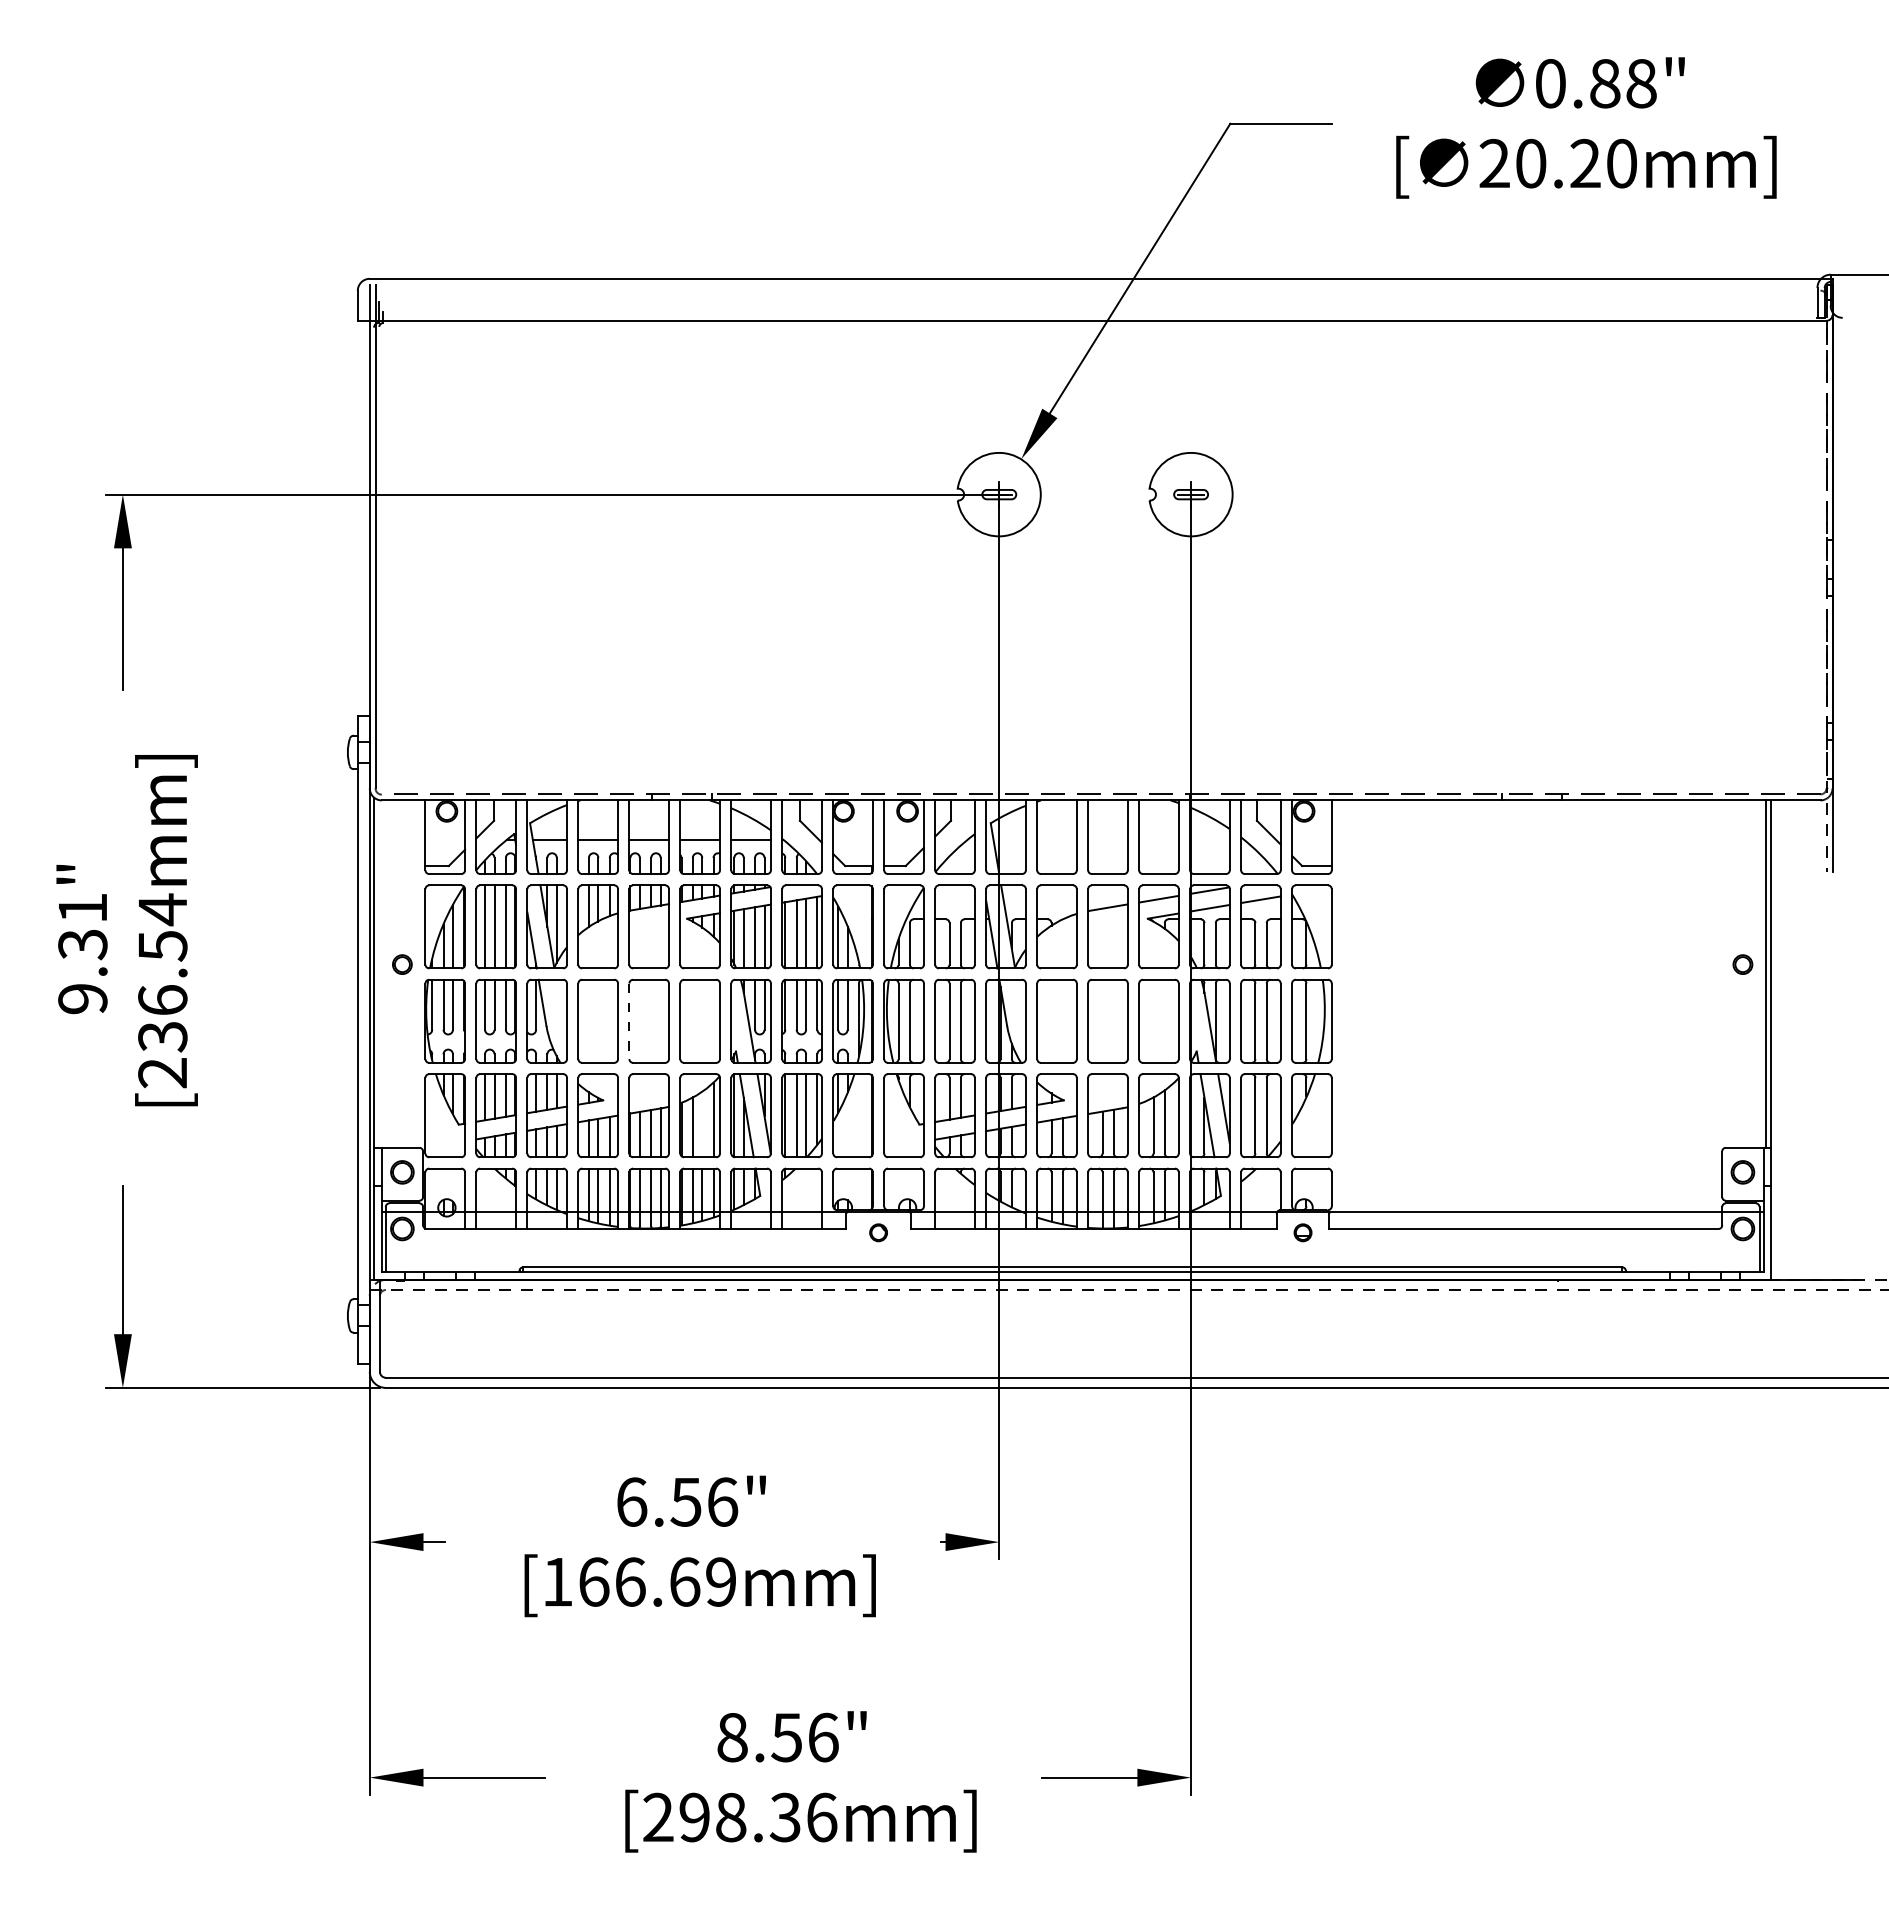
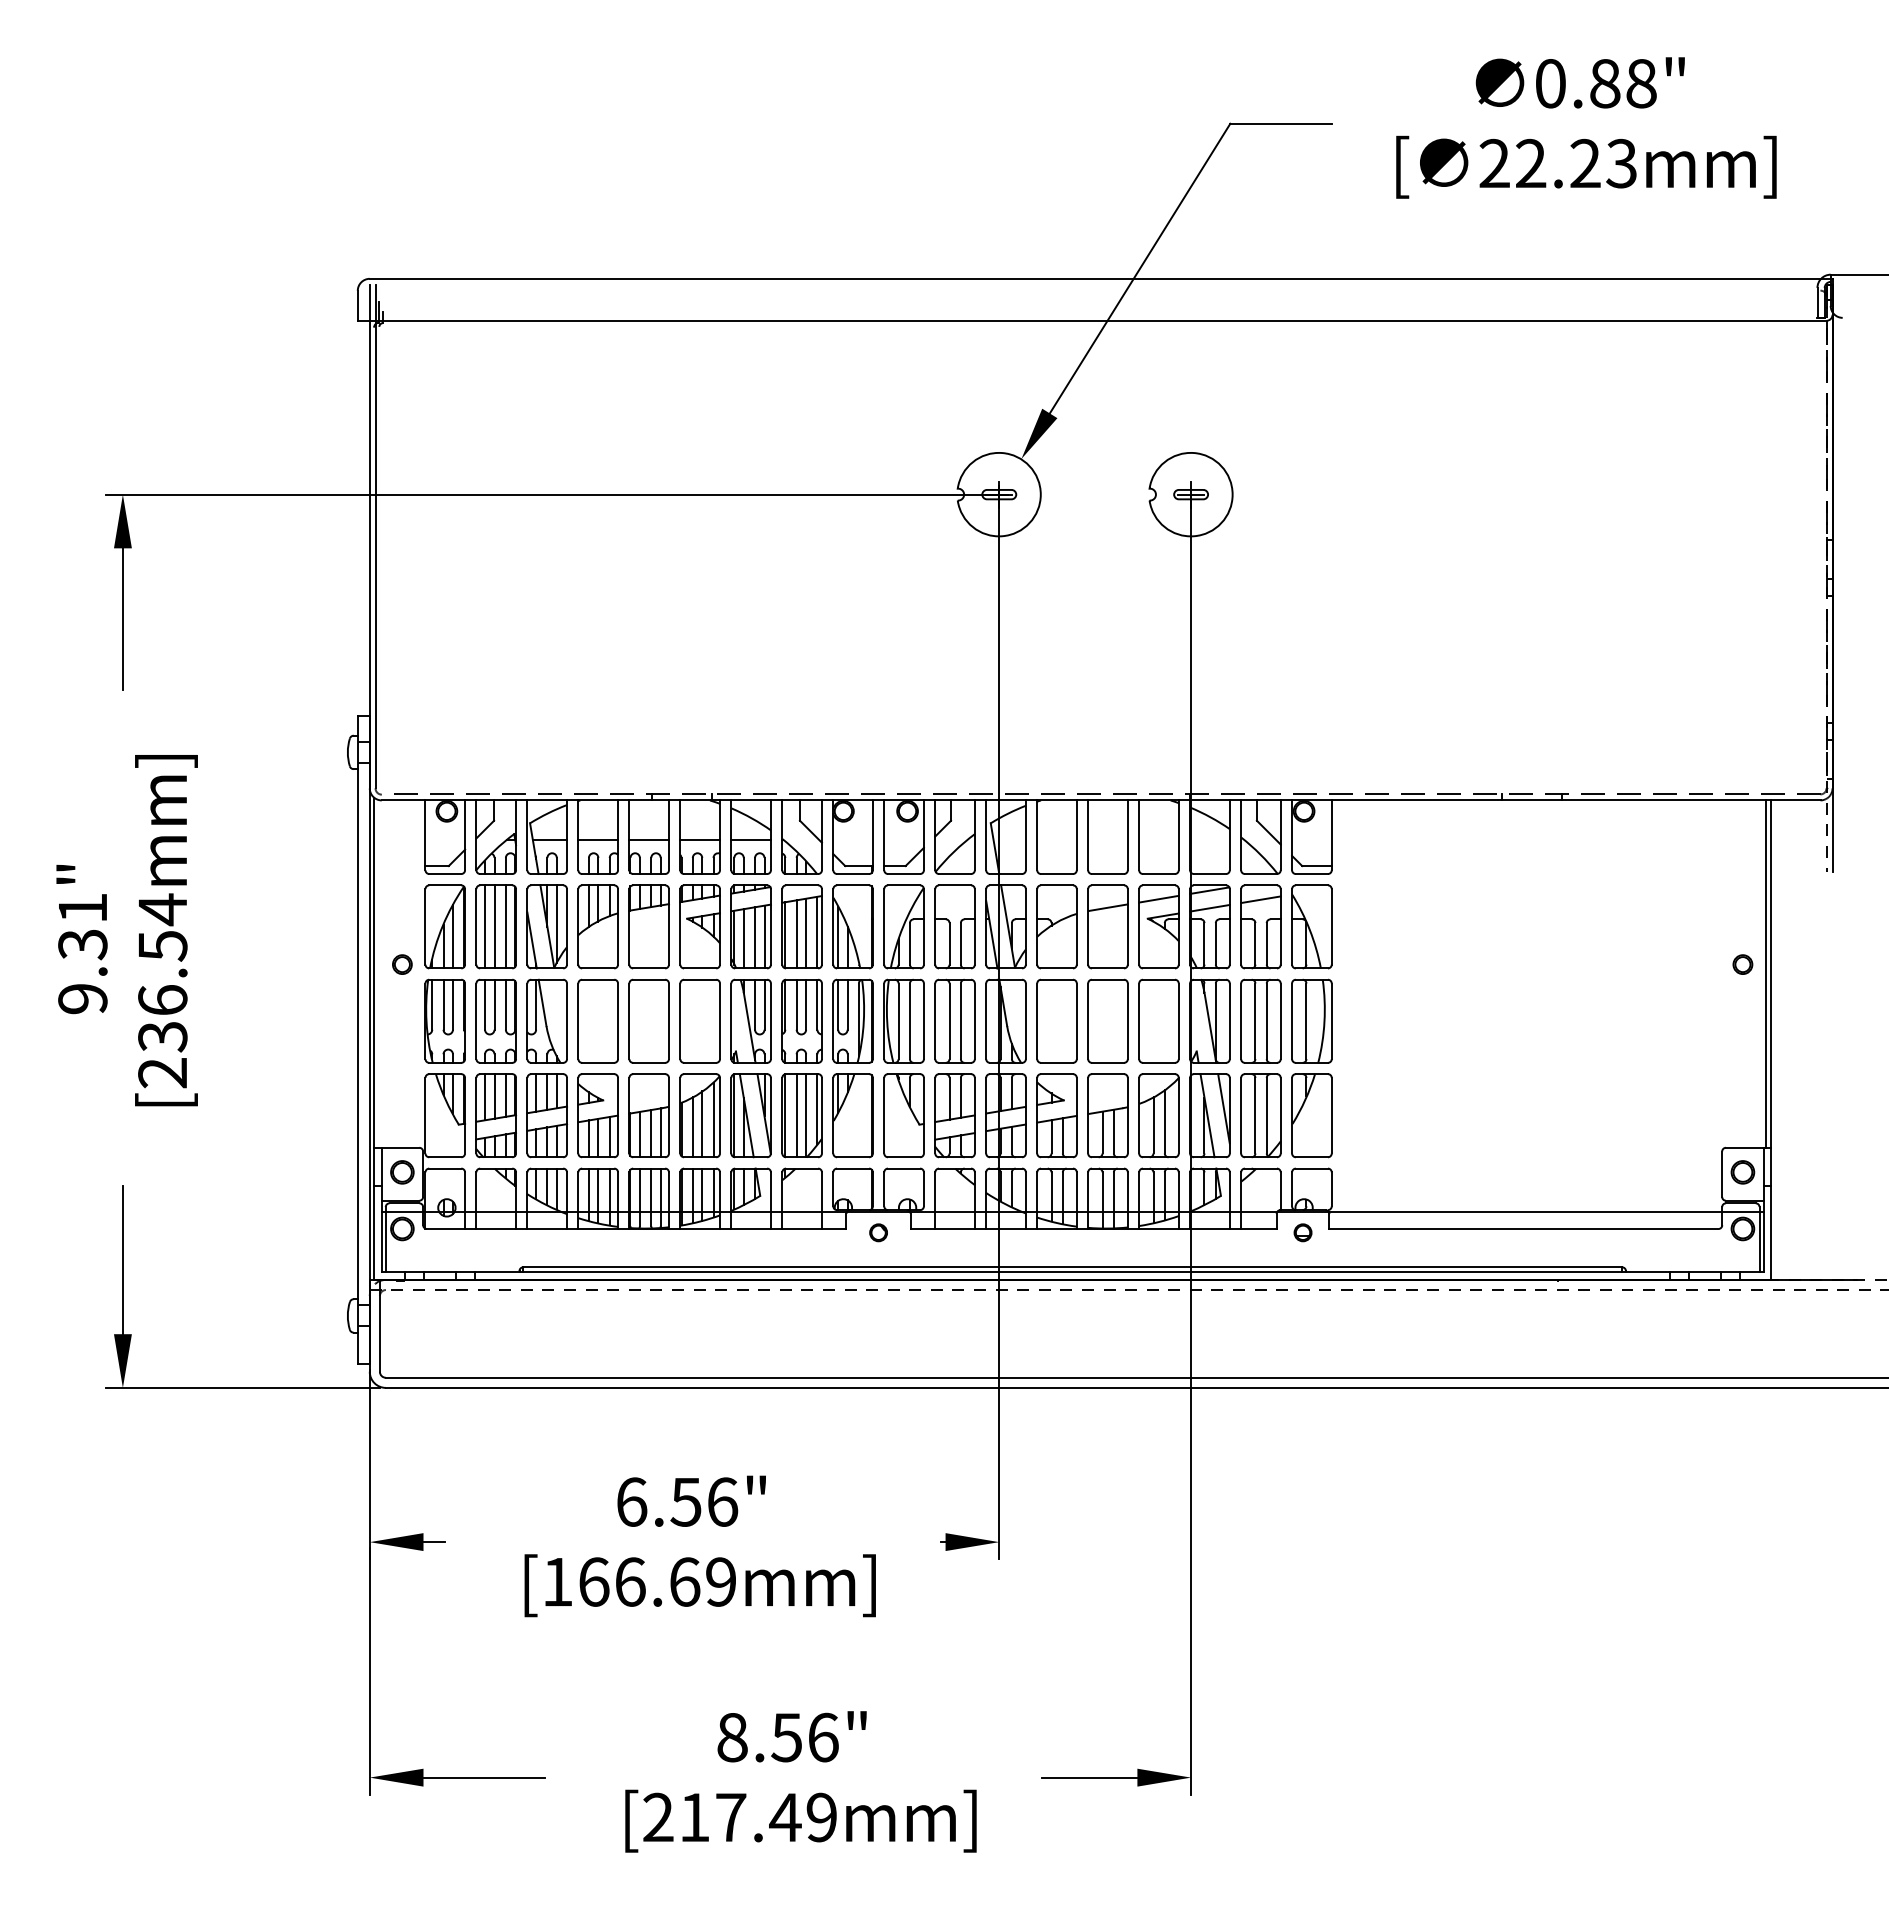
text at (1576, 163): 20.20mm] -> 22.23mm]
line at (629, 1021): dashed -> solid
line at (702, 1124): none -> present
text at (758, 1817): [298.36mm] -> [217.49mm]
